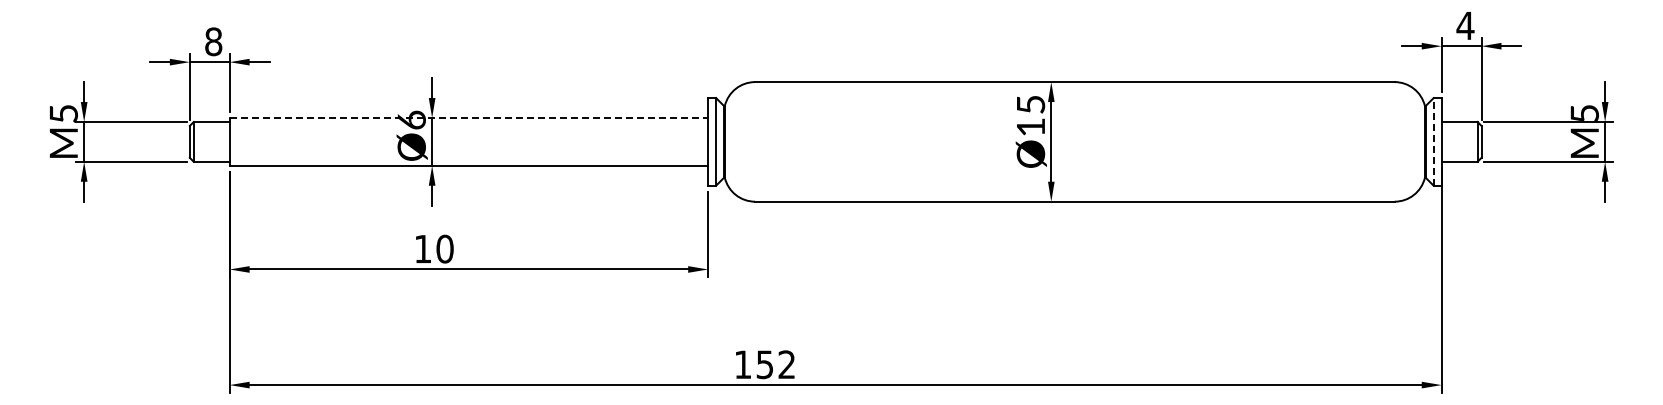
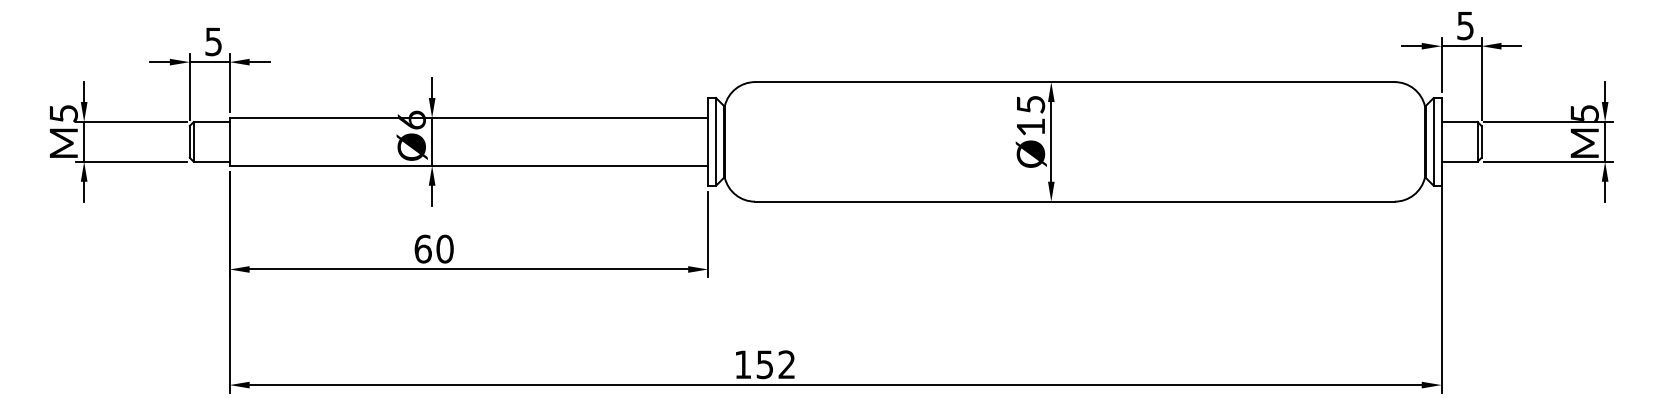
text at (1465, 26): 4 -> 5
text at (213, 41): 8 -> 5
line at (469, 117): dashed -> solid
line at (1433, 141): dashed -> solid
text at (422, 248): 10 -> 60
